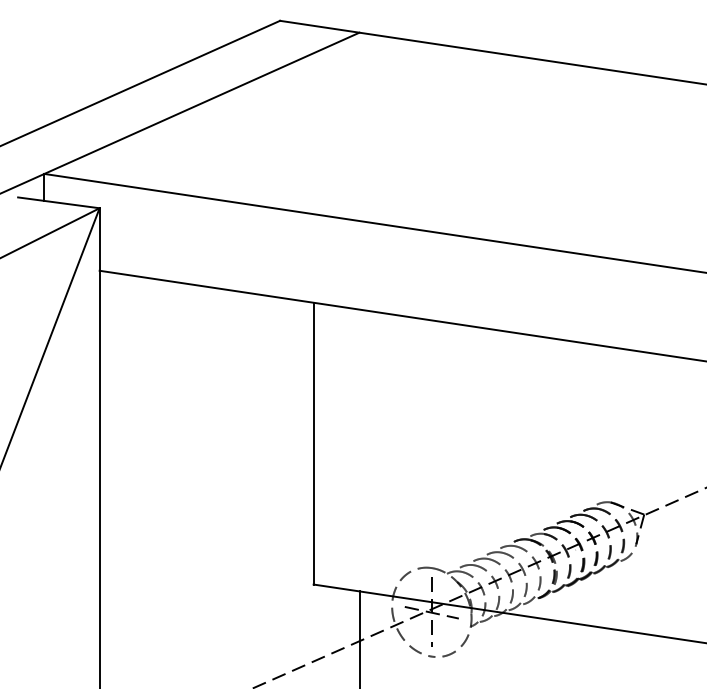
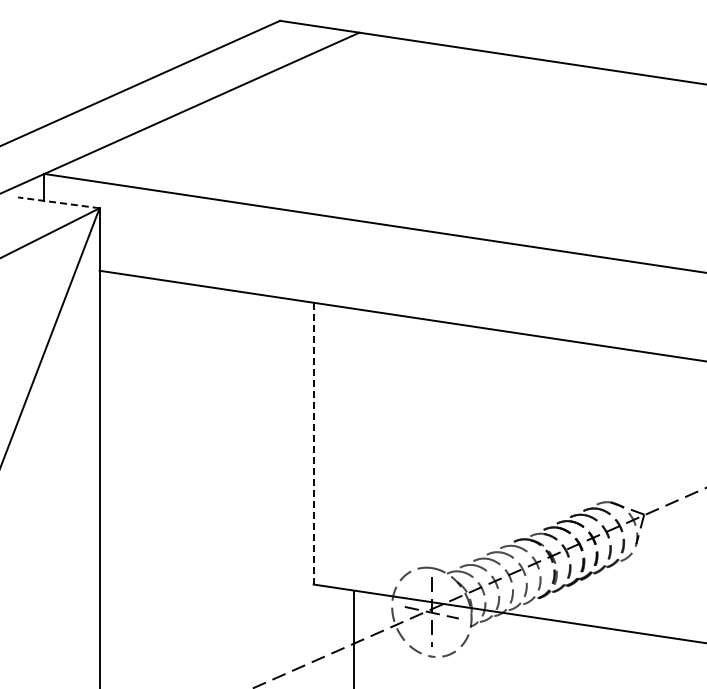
line at (58, 202): solid -> dashed
line at (313, 443): solid -> dashed
line at (359, 638) position: (359, 638) -> (353, 638)
